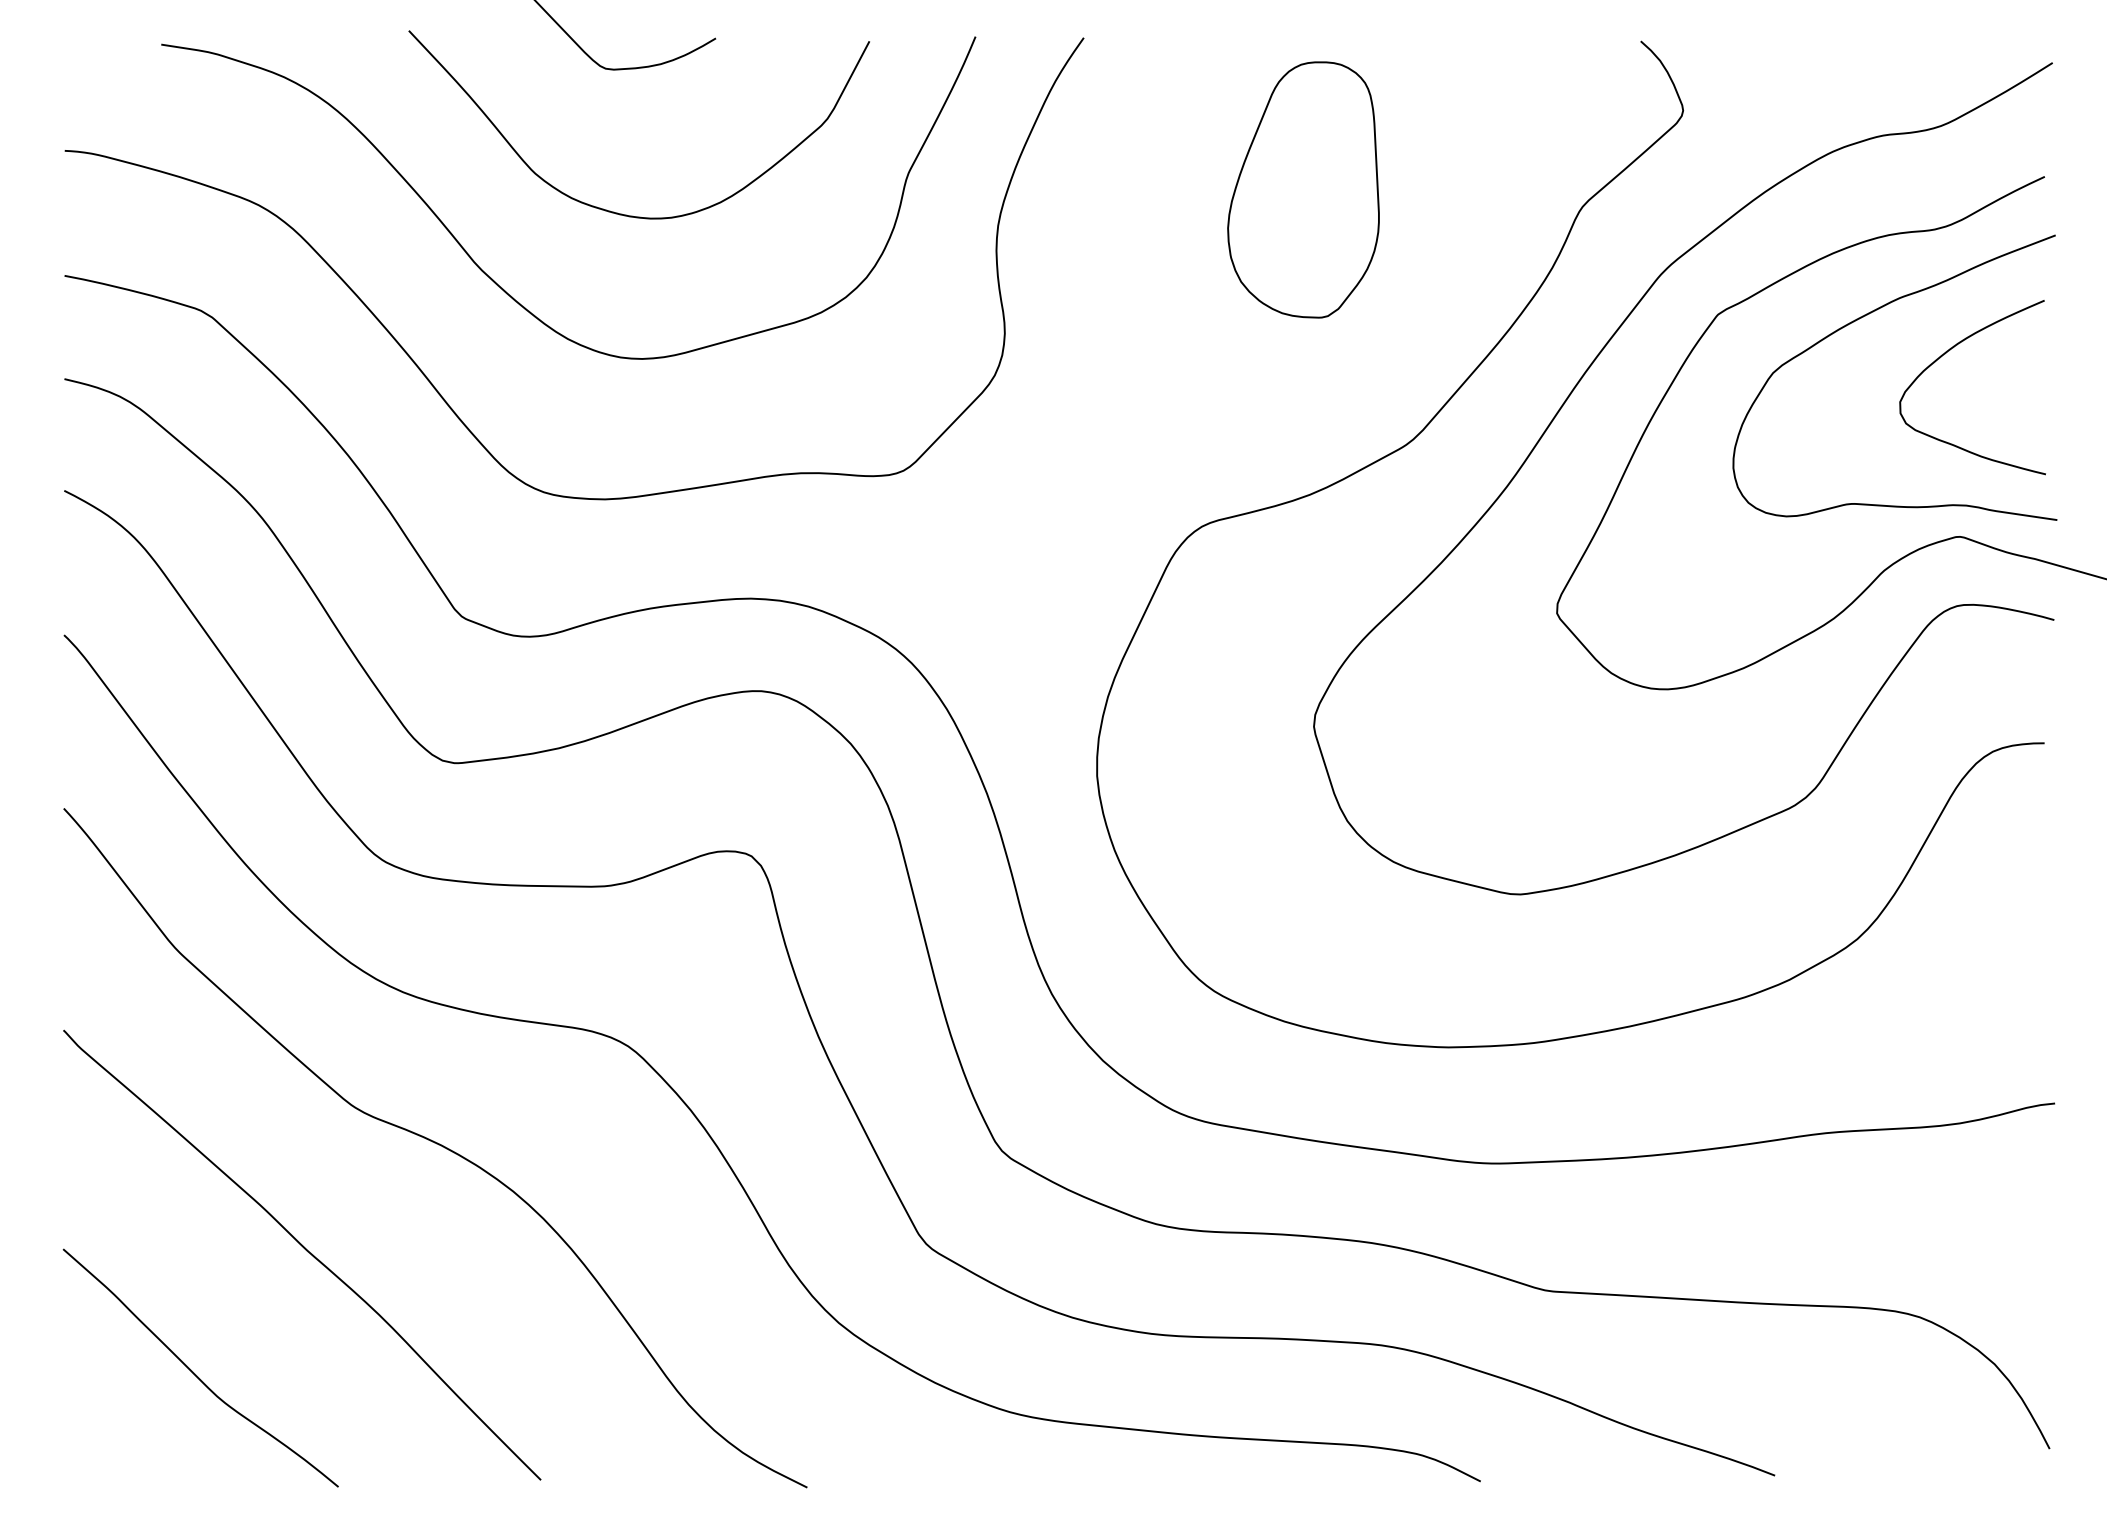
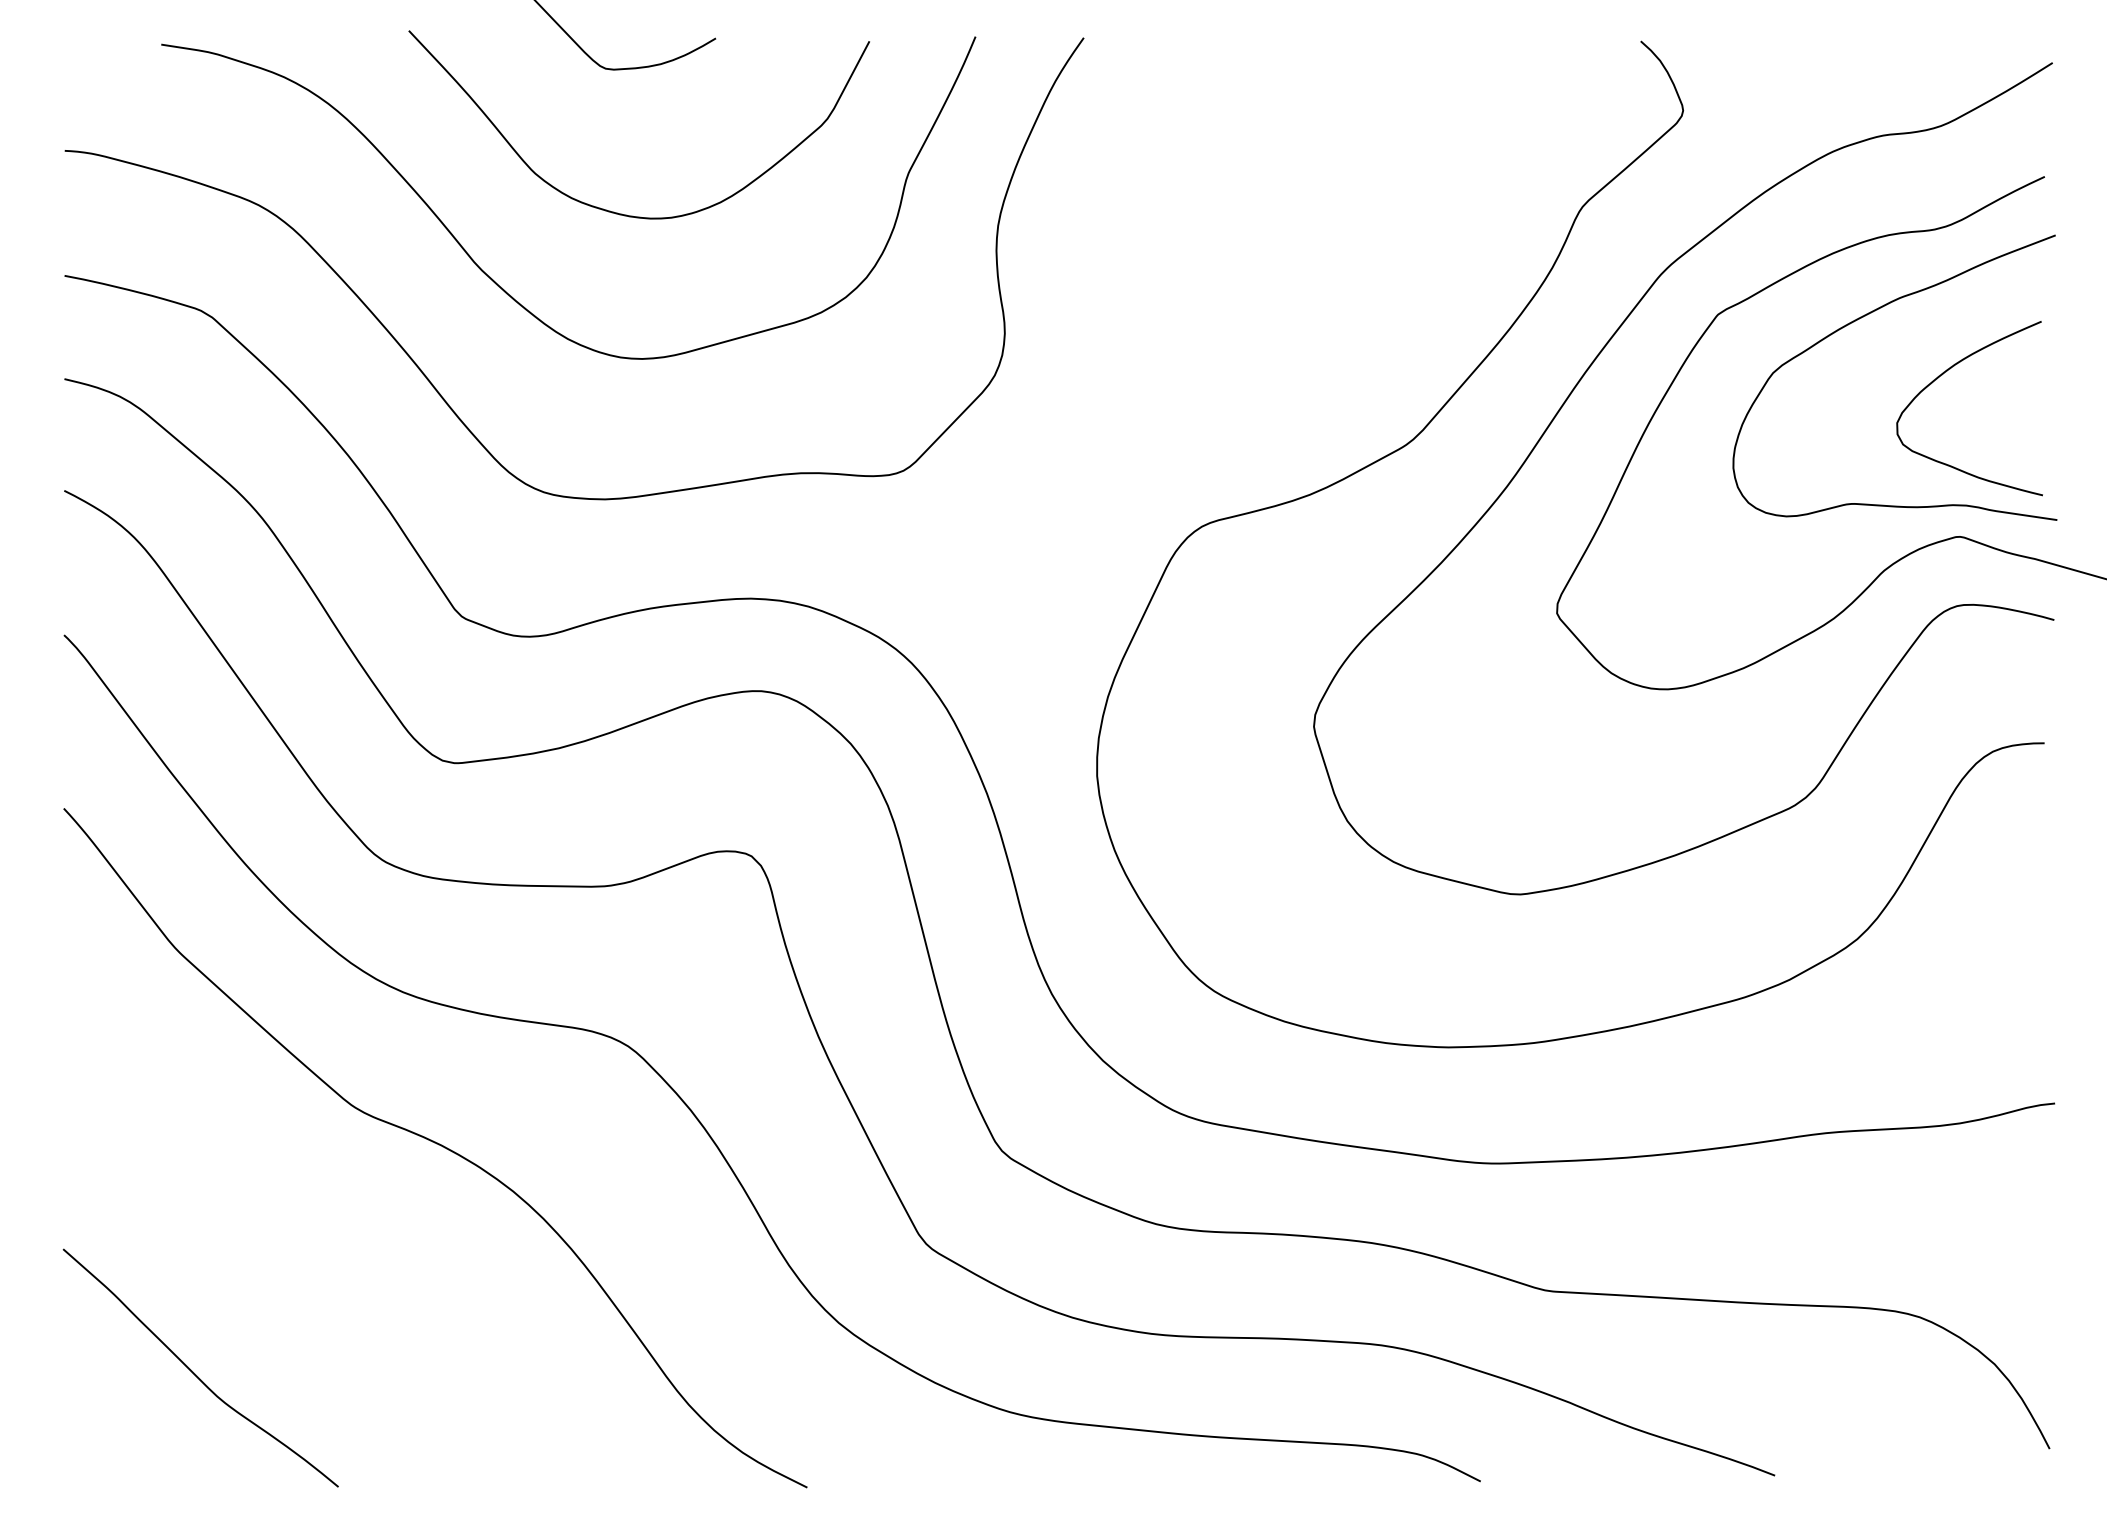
part at (1303, 189): present -> none
curve at (1945, 354) position: (1945, 354) -> (1942, 375)
curve at (305, 1250): present -> none
